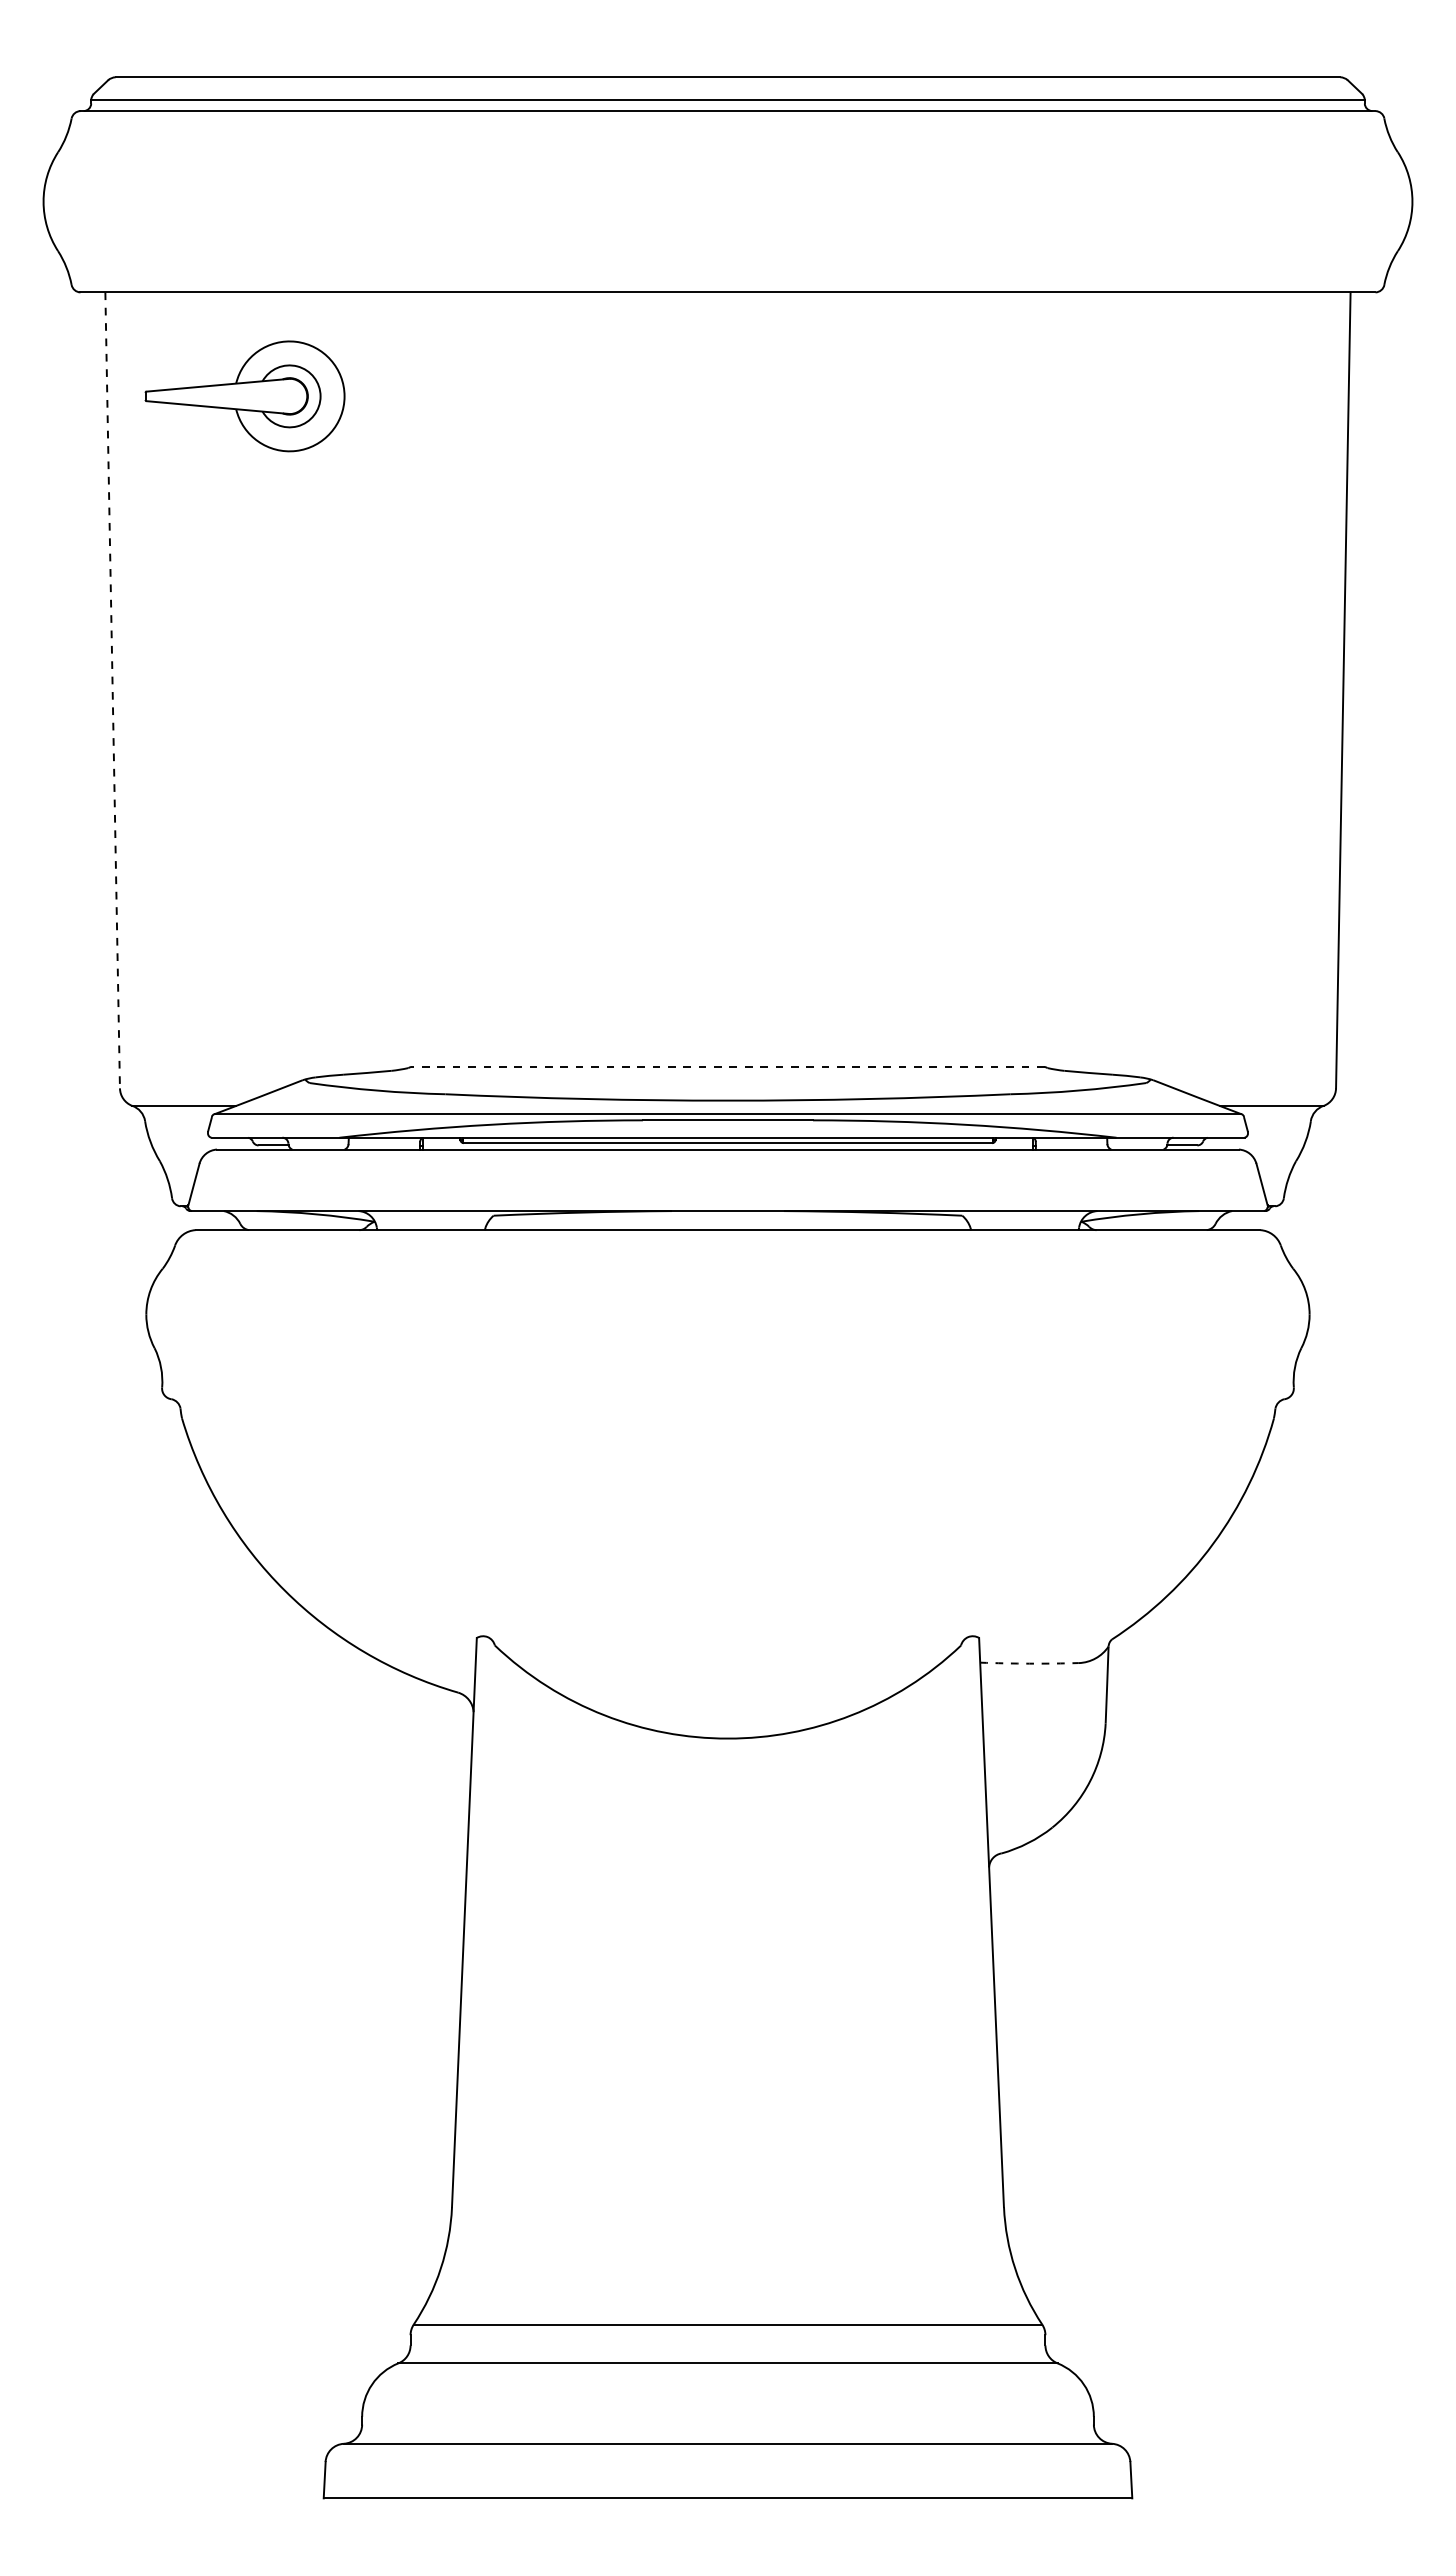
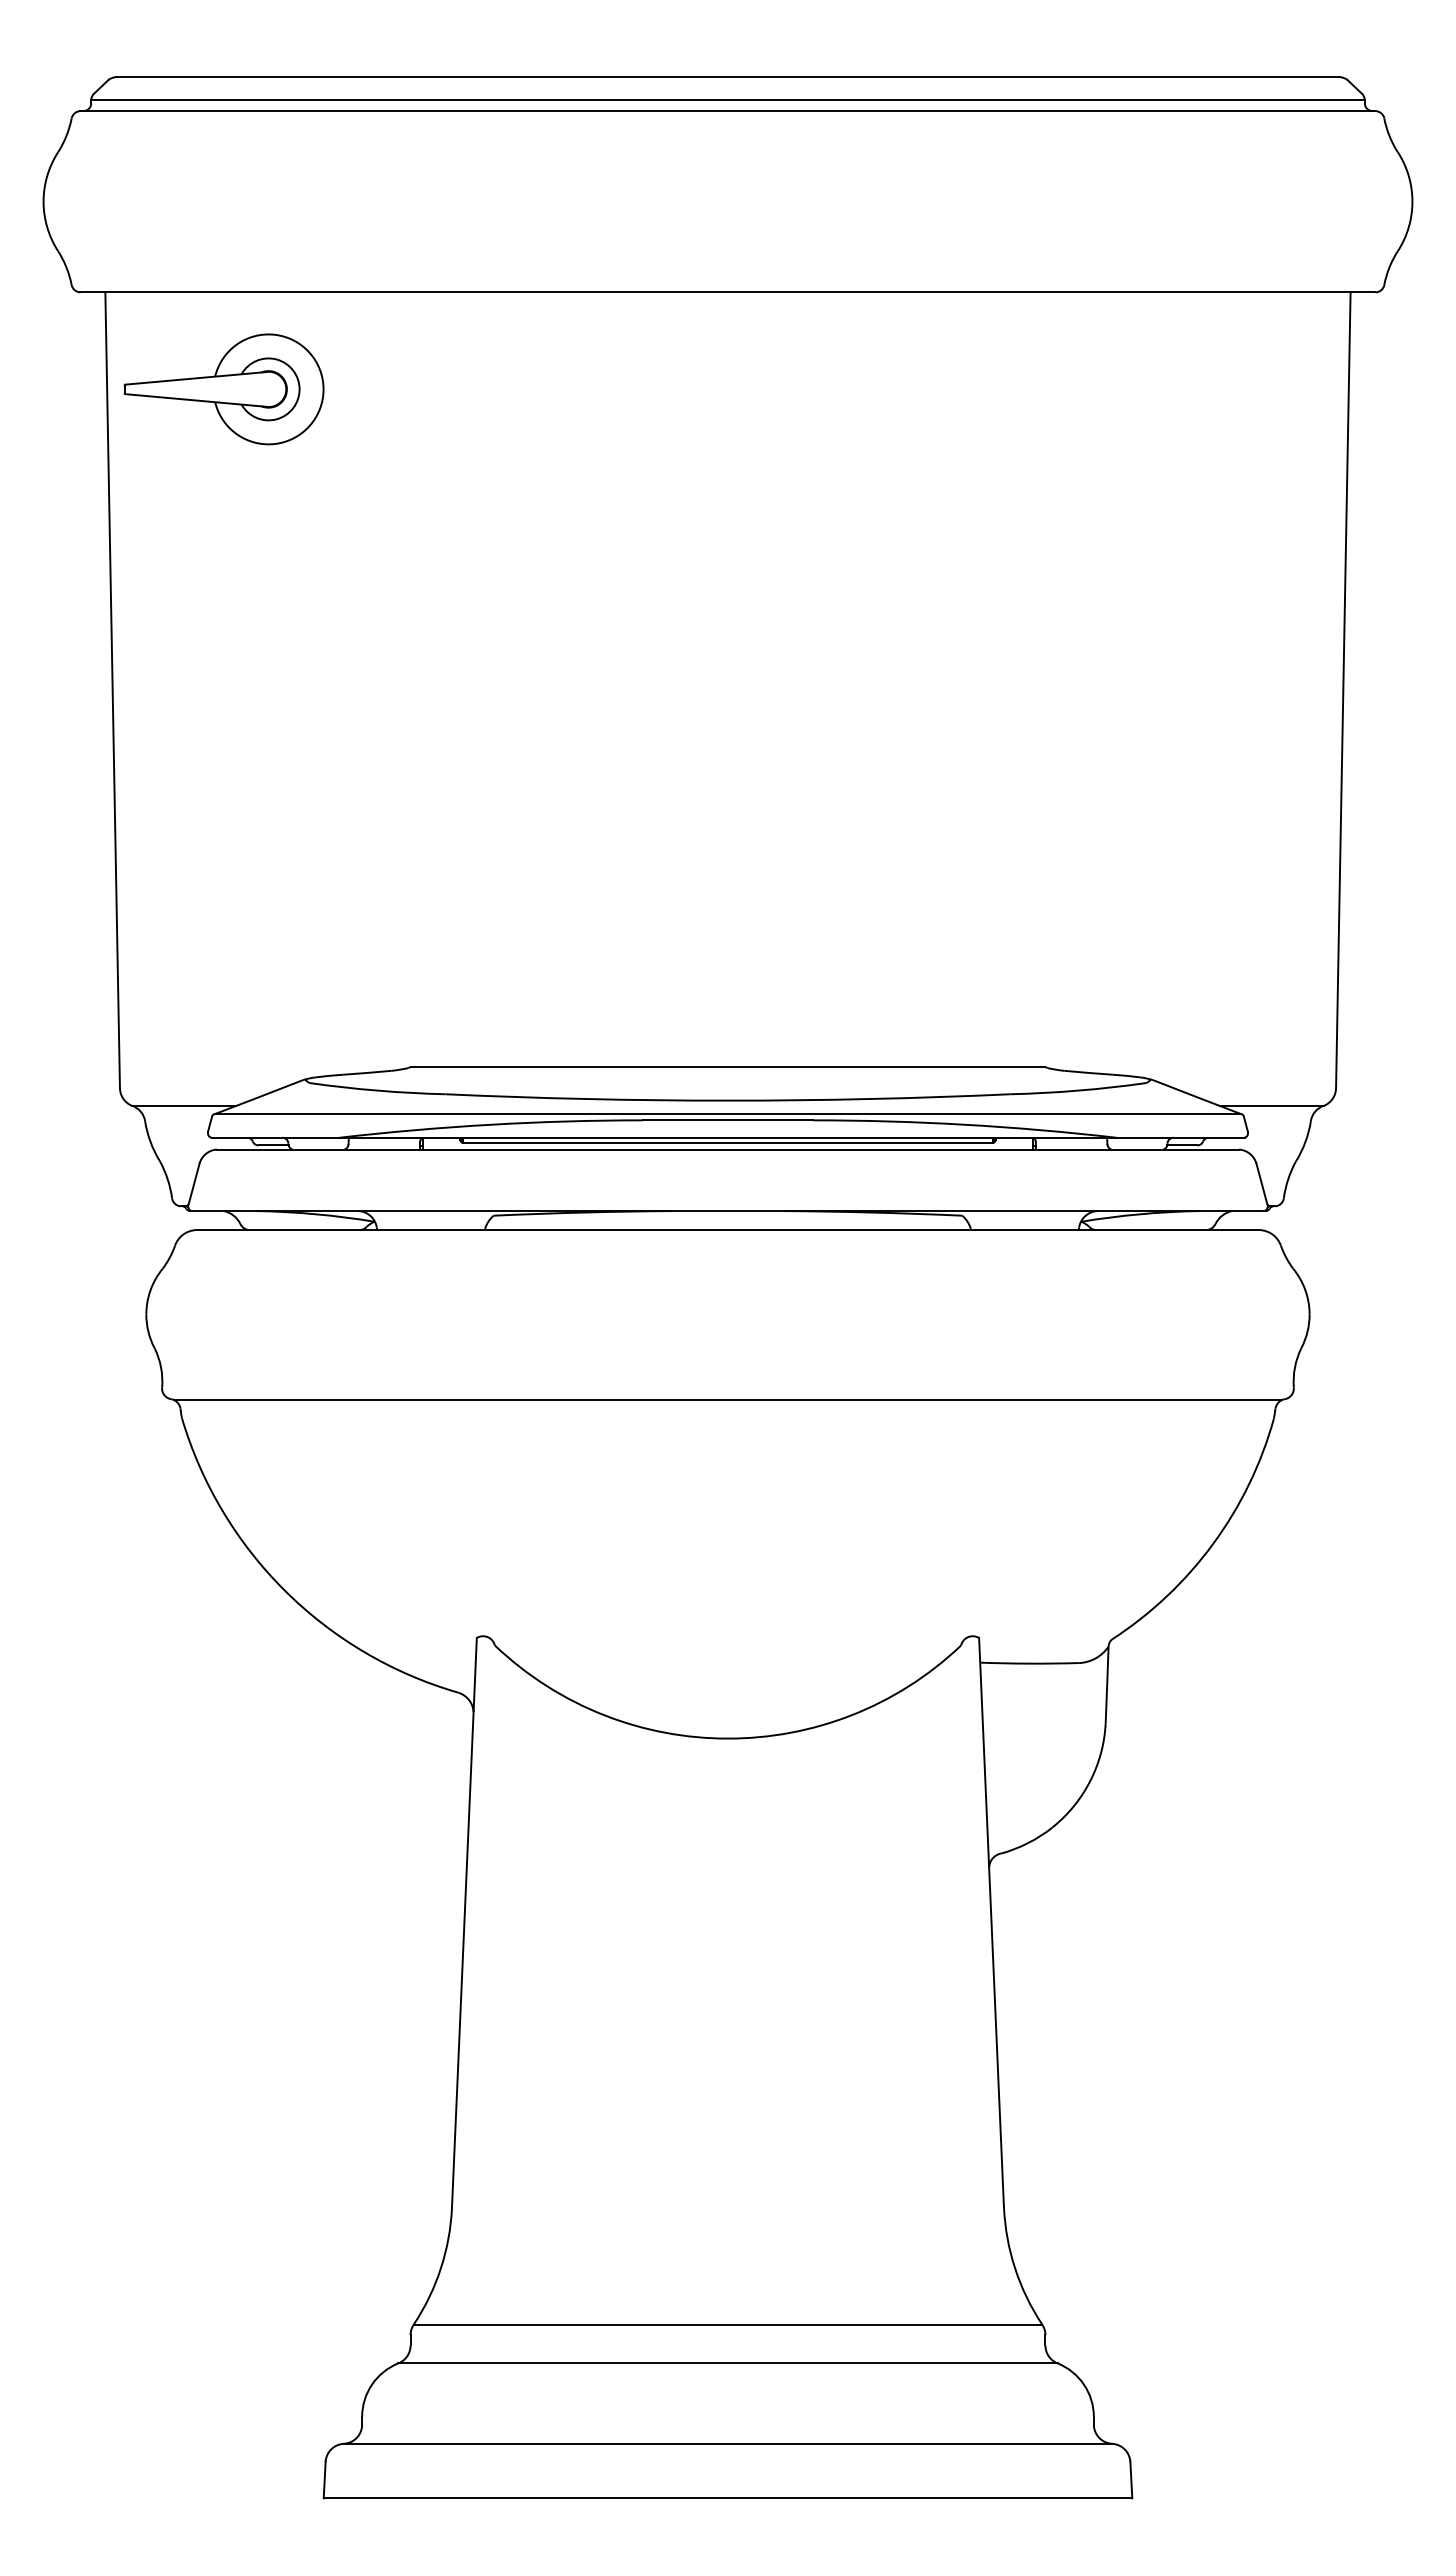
part at (244, 396) position: (244, 396) -> (223, 389)
line at (112, 690): dashed -> solid
line at (727, 1066): dashed -> solid
line at (727, 1400): none -> present
arc at (1029, 1663): dashed -> solid
